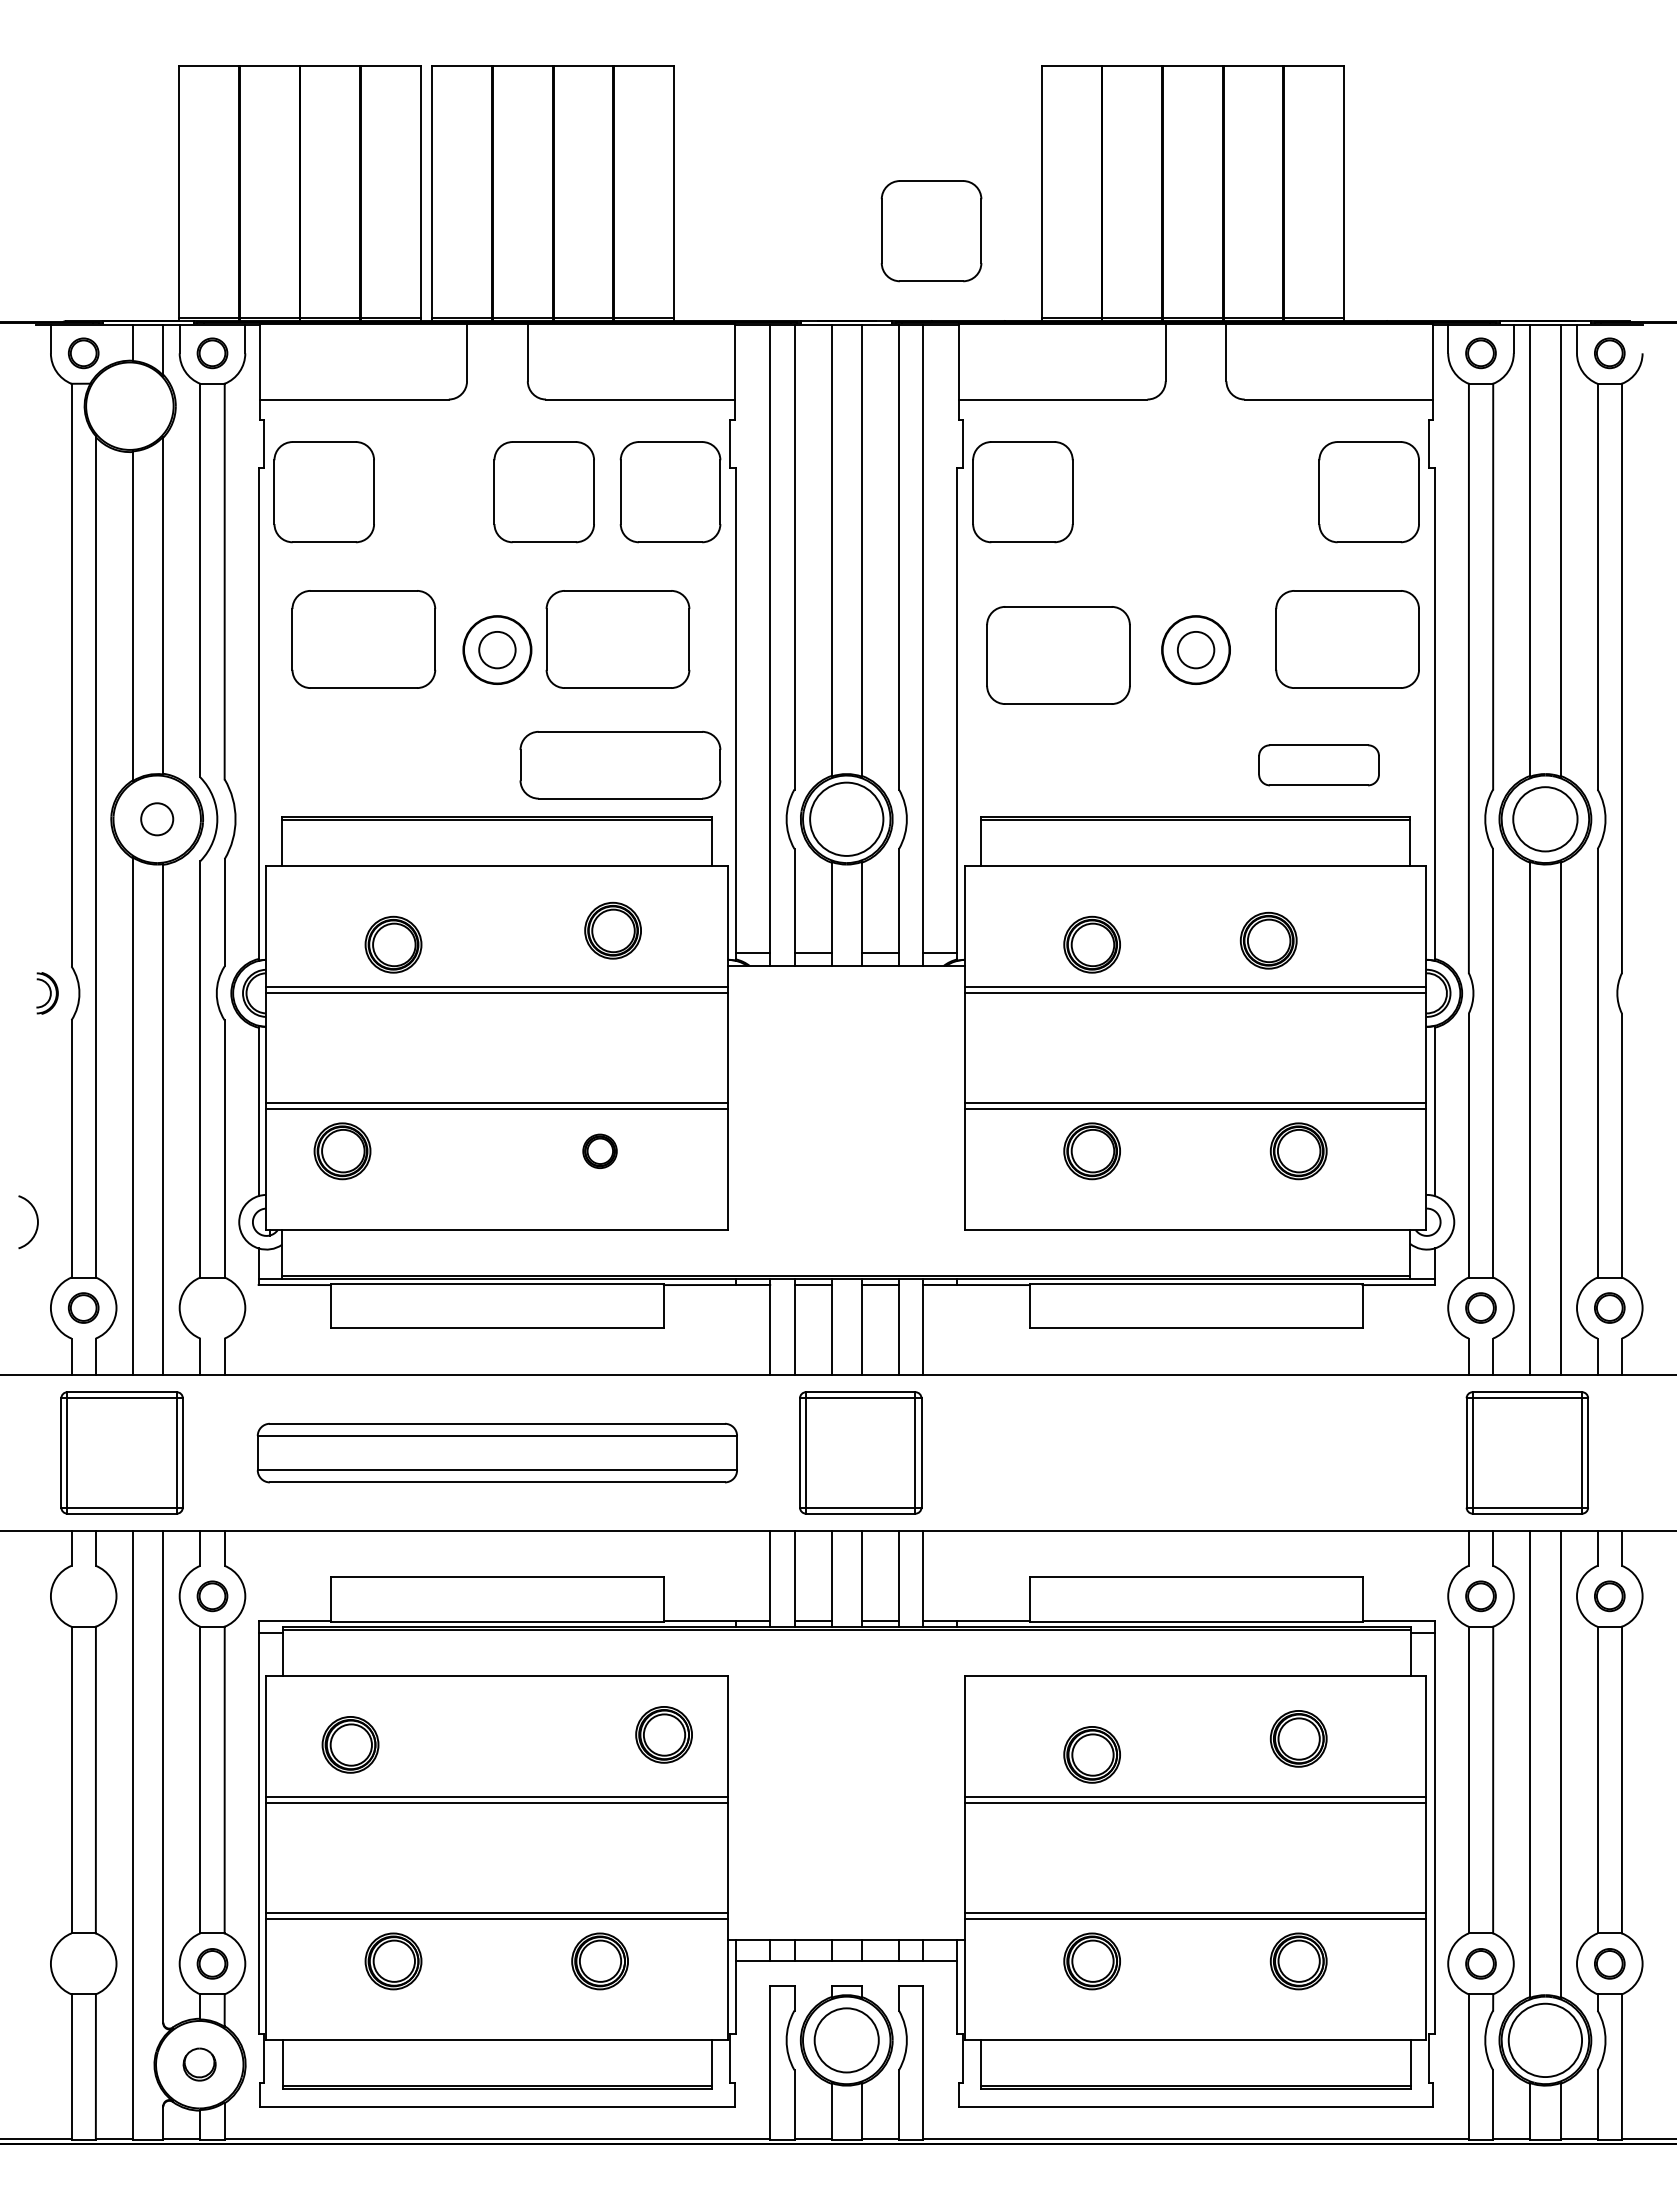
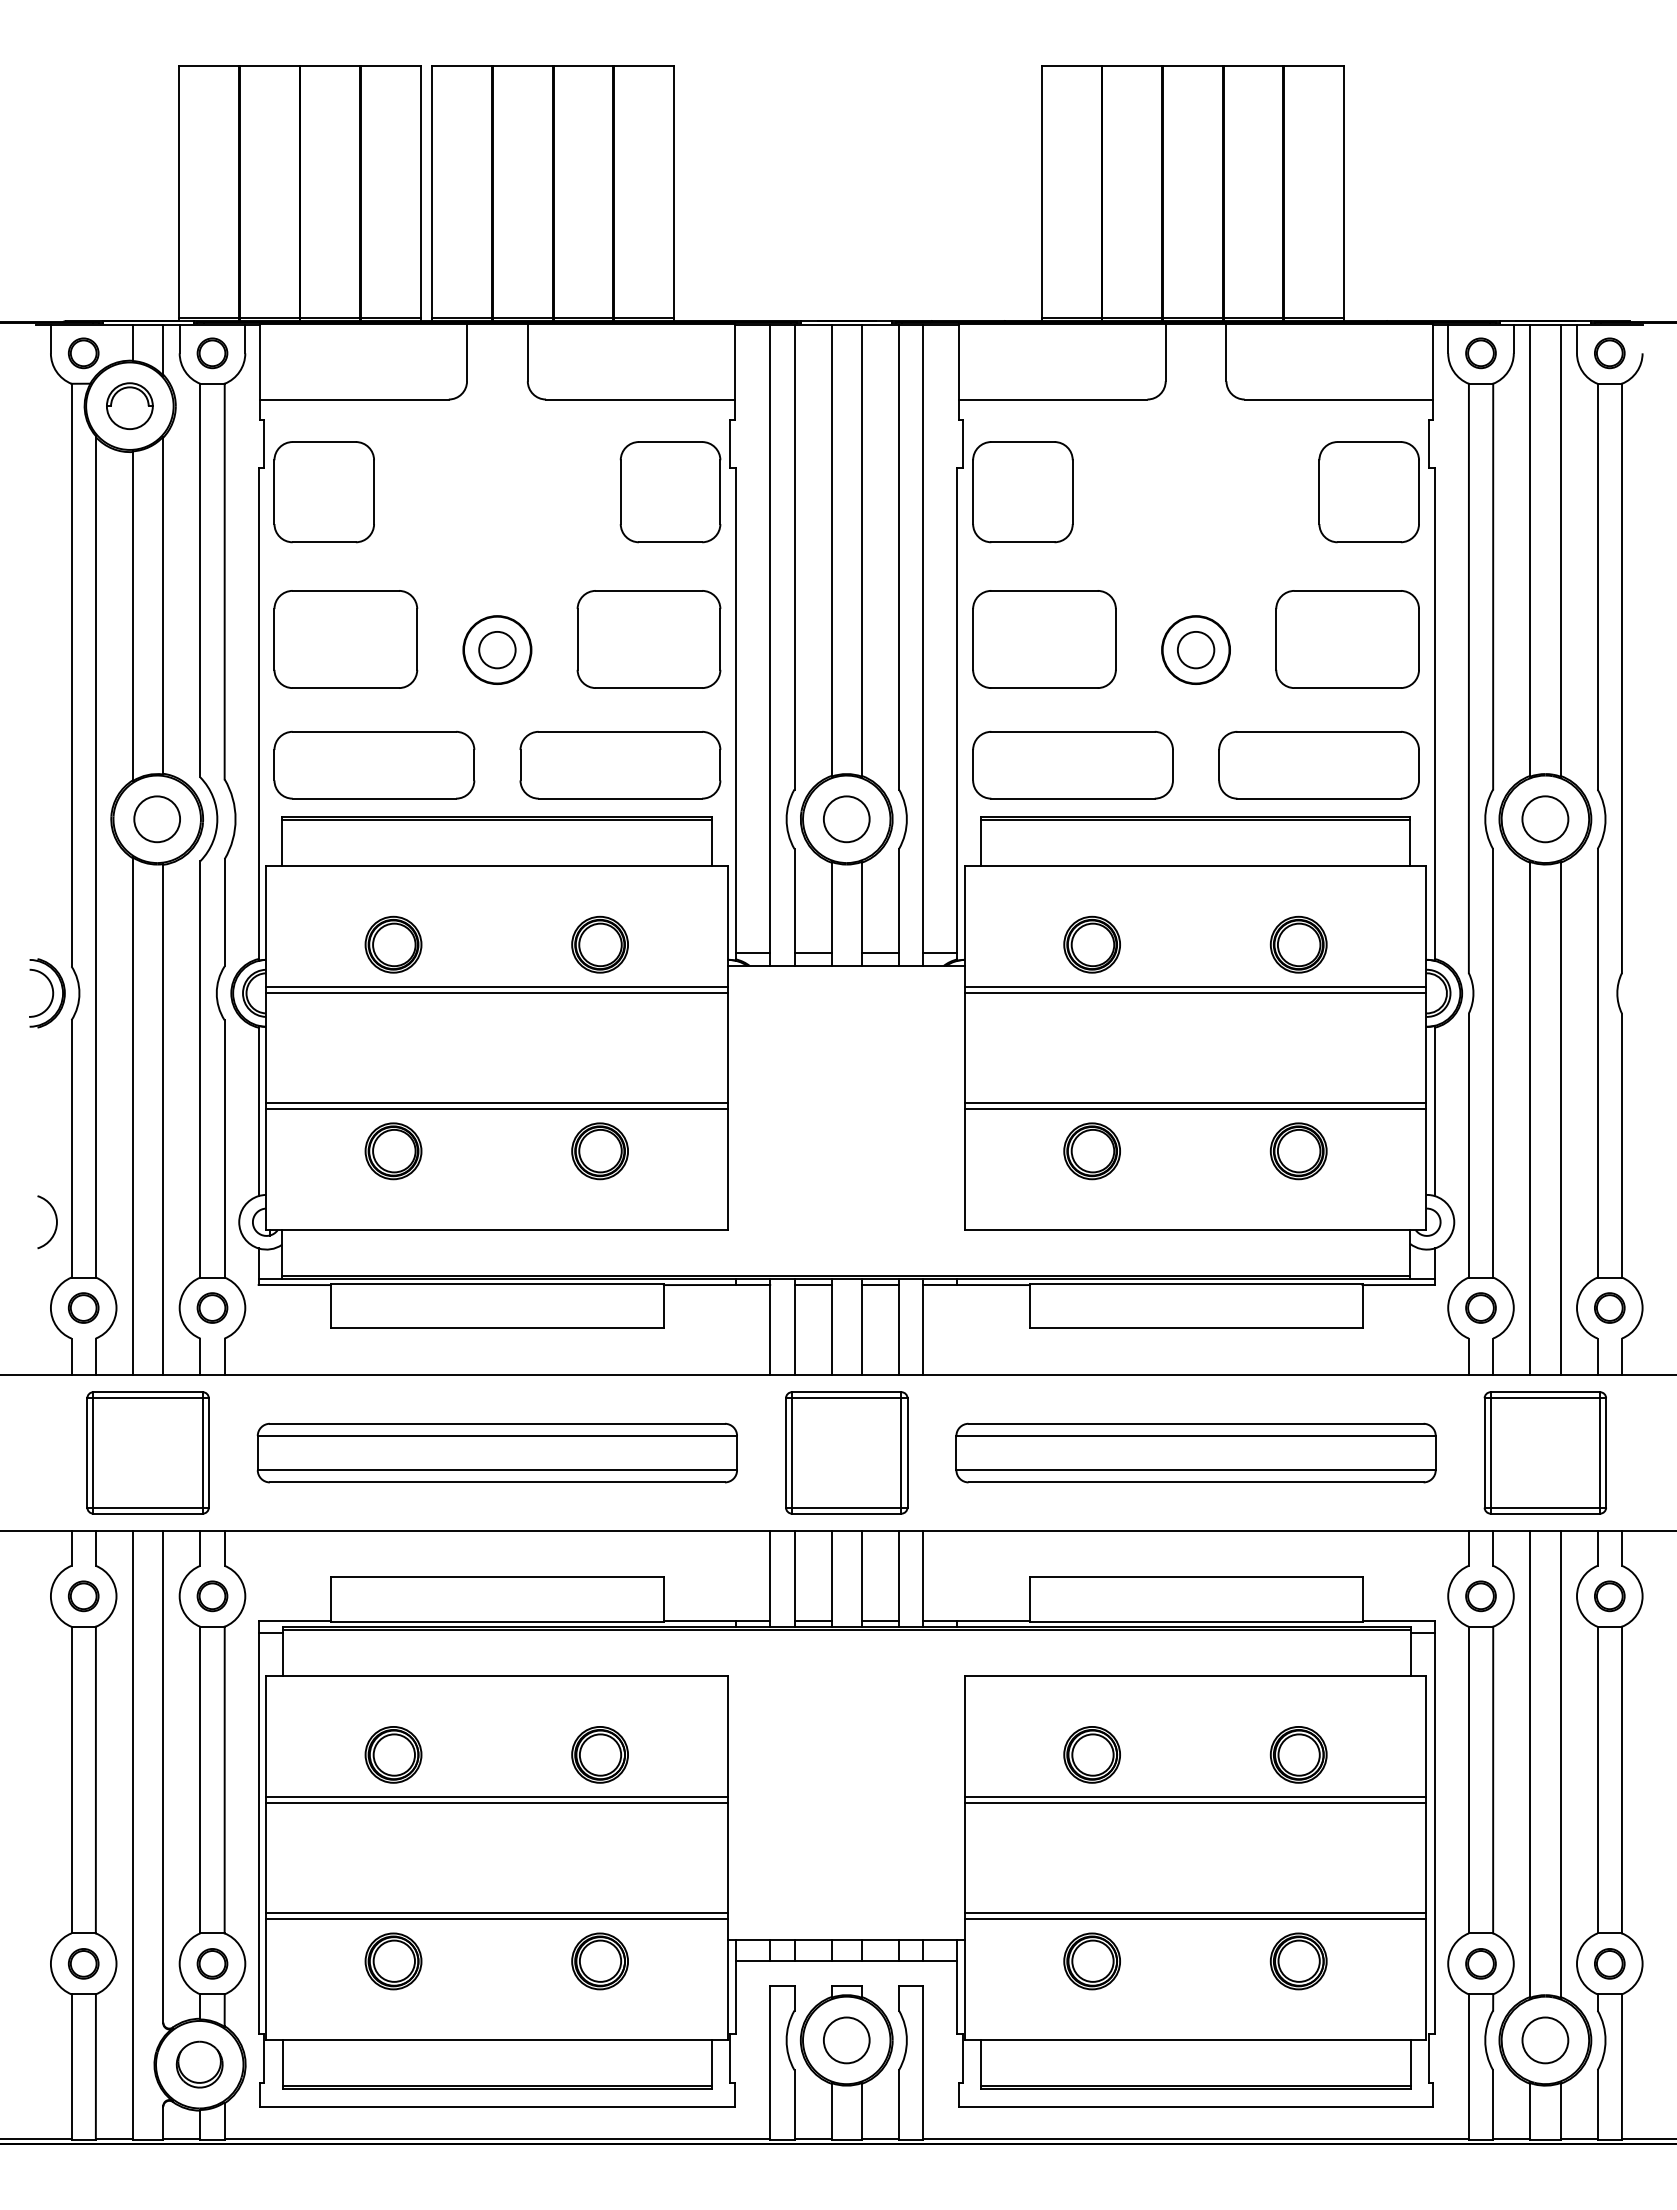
part at (931, 231): present -> none
part at (129, 405): none -> present
part at (543, 492): present -> none
part at (363, 639) position: (363, 639) -> (345, 639)
part at (617, 639) position: (617, 639) -> (648, 639)
part at (1058, 655) position: (1058, 655) -> (1044, 639)
part at (374, 765): none -> present
part at (1072, 765): none -> present
part at (1318, 765) size: 122x43 px -> 202x69 px
circle at (846, 818) diameter: 73 px -> 46 px
circle at (157, 819) diameter: 32 px -> 46 px
circle at (1545, 819) diameter: 64 px -> 46 px
part at (612, 930) position: (612, 930) -> (599, 944)
part at (1268, 940) position: (1268, 940) -> (1298, 944)
part at (47, 993) size: 23x43 px -> 37x71 px
part at (599, 1150) size: 36x36 px -> 58x59 px
part at (342, 1151) position: (342, 1151) -> (393, 1151)
arc at (36, 1219) position: (36, 1219) -> (55, 1219)
part at (212, 1307): none -> present
part at (121, 1452) position: (121, 1452) -> (147, 1452)
part at (860, 1452) position: (860, 1452) -> (846, 1452)
part at (1195, 1452): none -> present
part at (1526, 1452) position: (1526, 1452) -> (1544, 1452)
part at (83, 1596): none -> present
part at (663, 1734) position: (663, 1734) -> (599, 1754)
part at (1298, 1738) position: (1298, 1738) -> (1298, 1754)
part at (350, 1744) position: (350, 1744) -> (393, 1754)
part at (83, 1963): none -> present
circle at (846, 2040) diameter: 64 px -> 46 px
circle at (1545, 2040) diameter: 73 px -> 46 px
part at (199, 2064) size: 35x35 px -> 49x49 px
